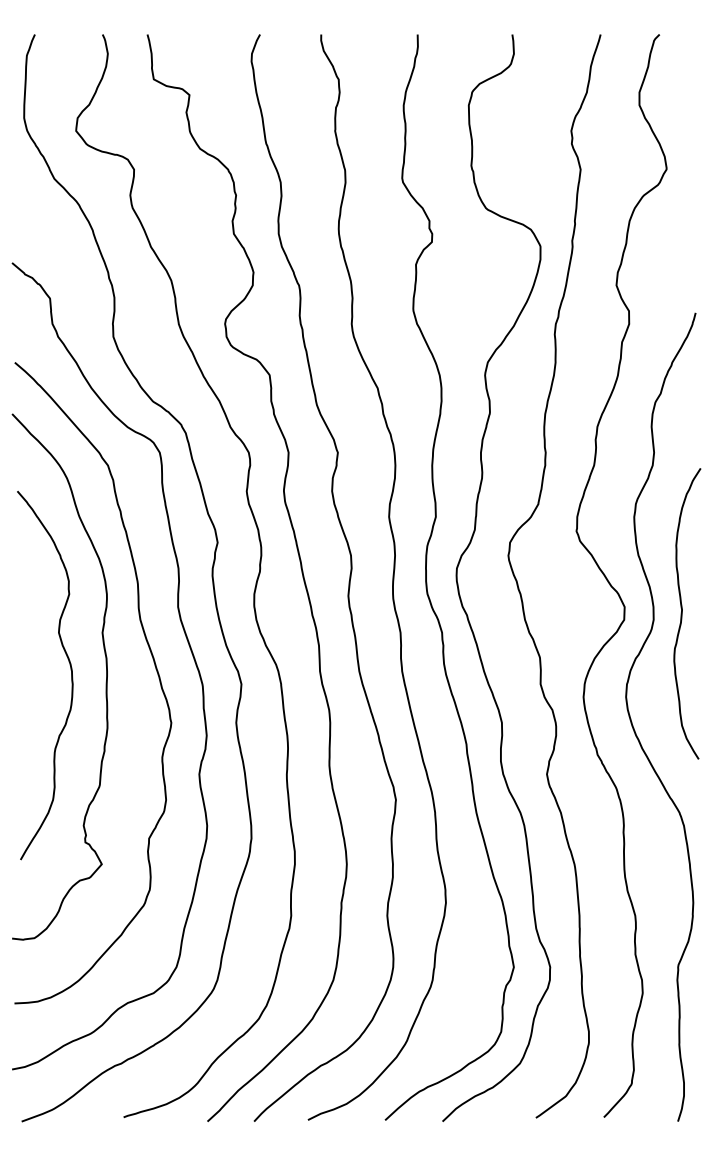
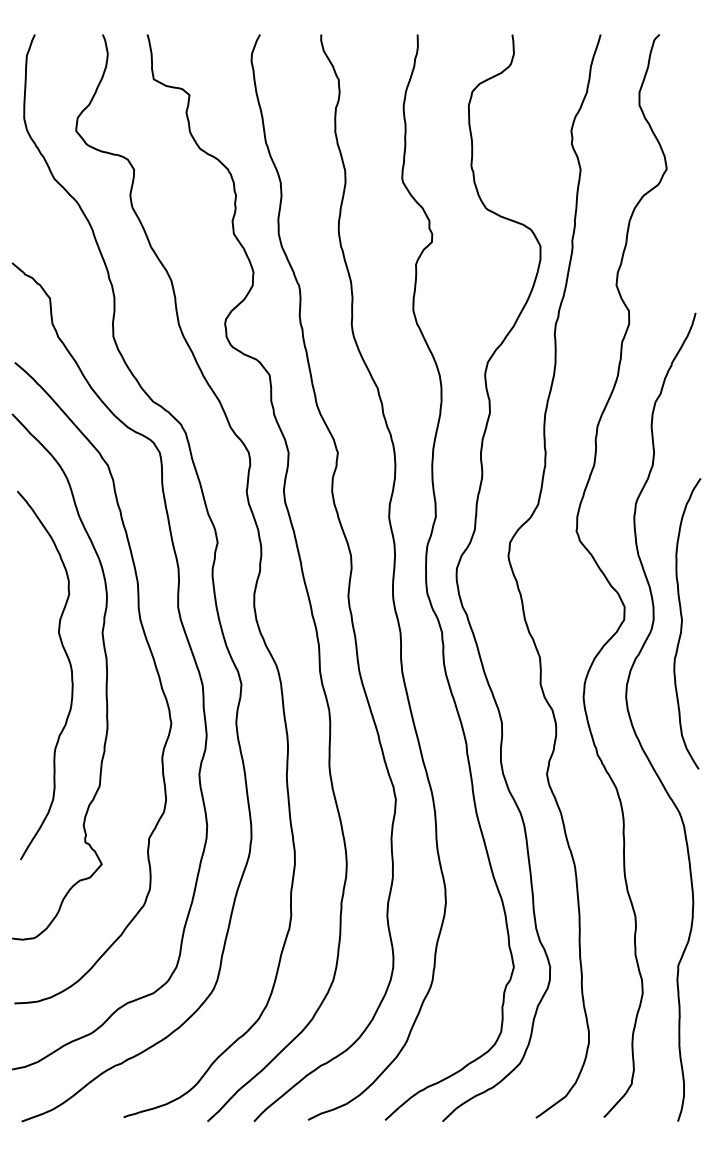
curve at (682, 613) position: (682, 613) -> (682, 623)
